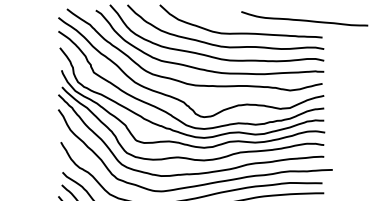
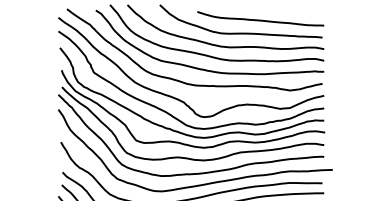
curve at (304, 19) position: (304, 19) -> (260, 19)
